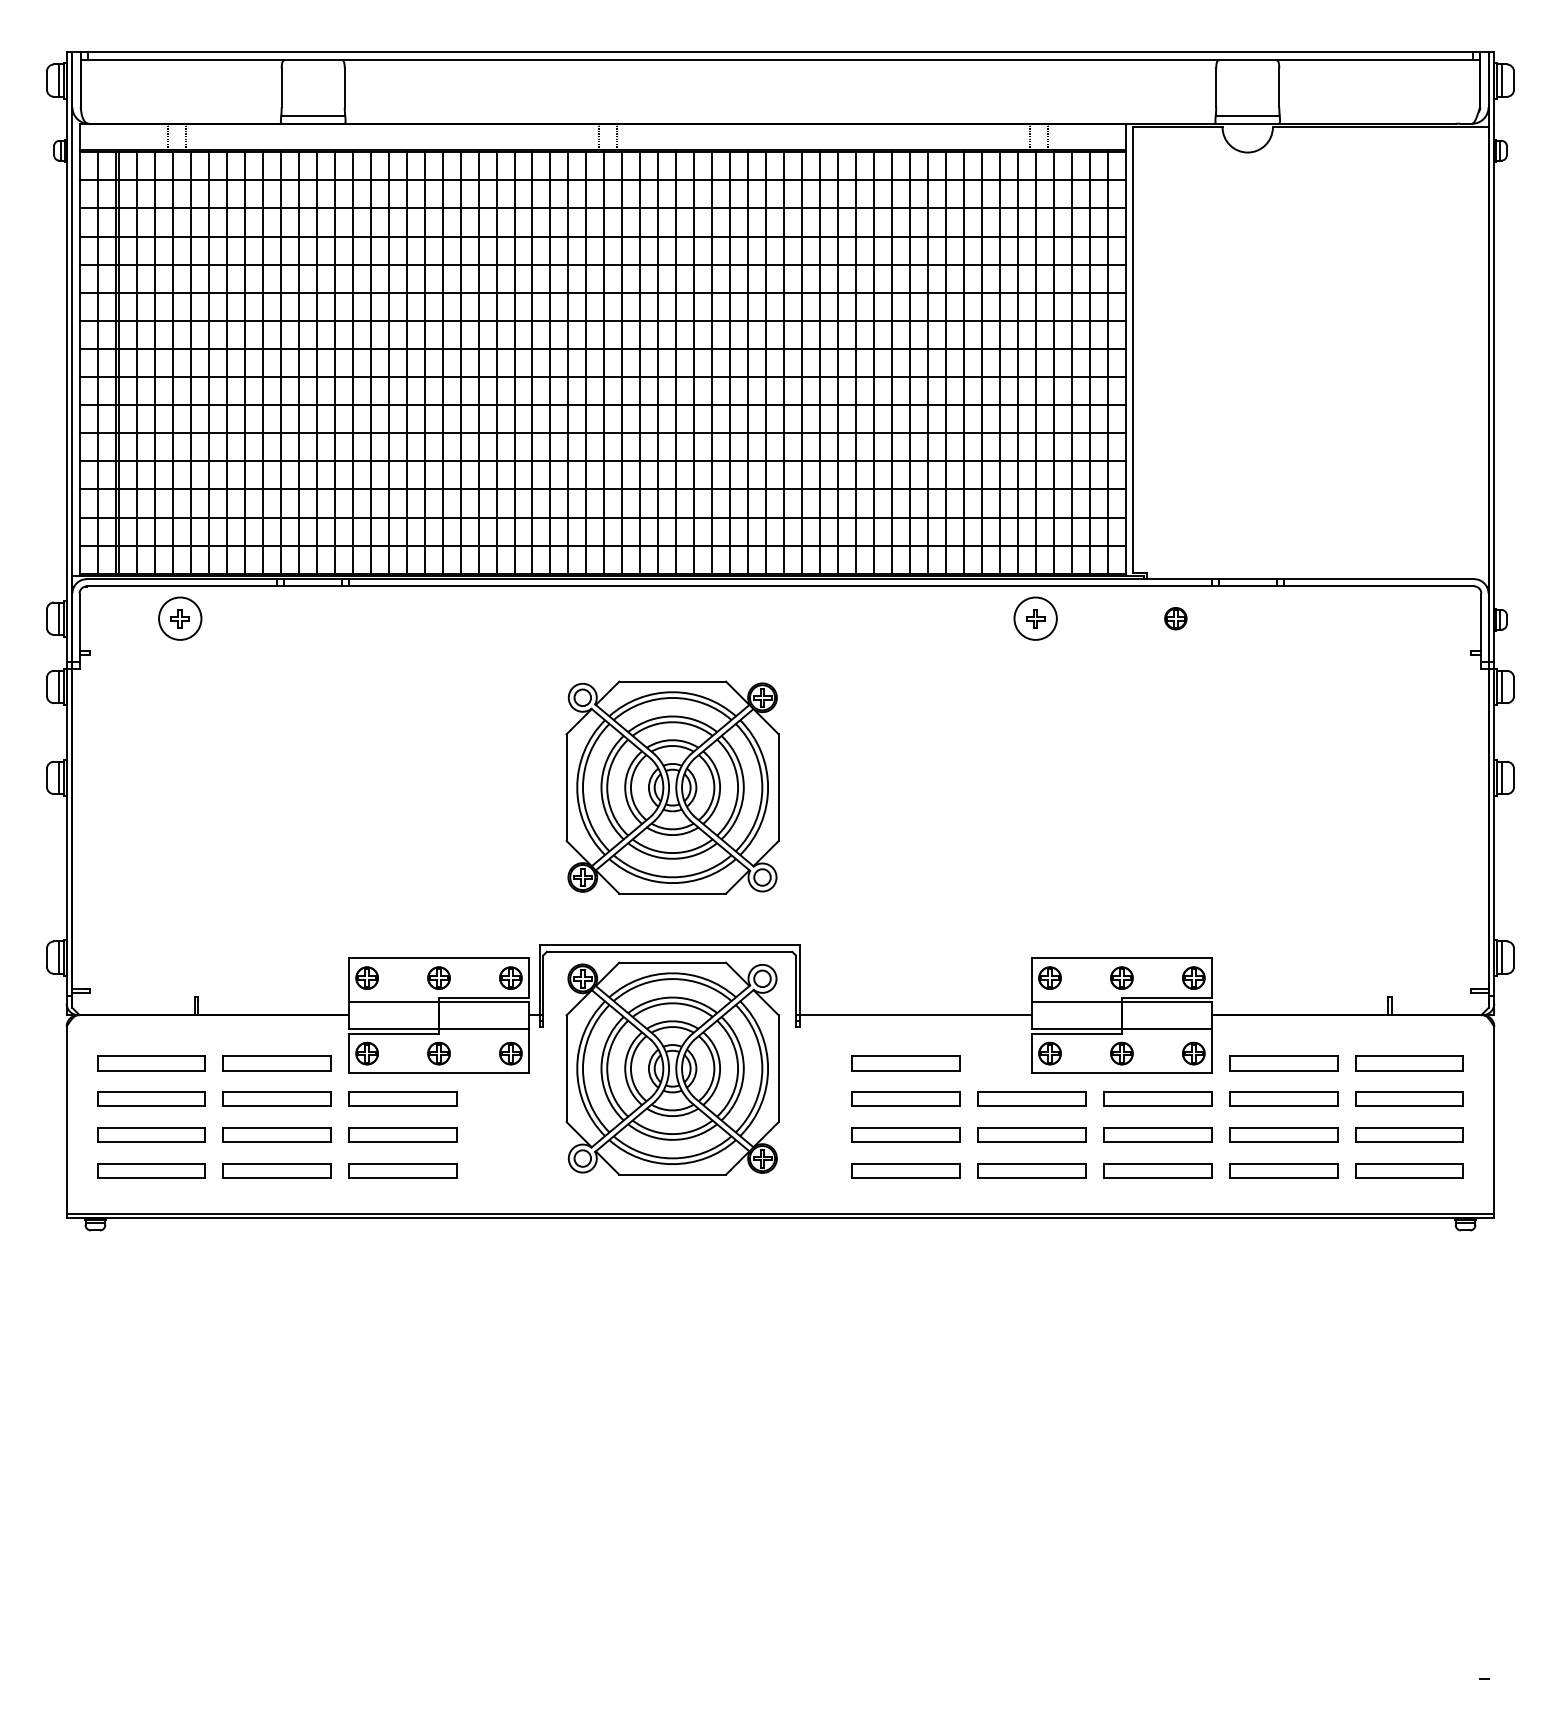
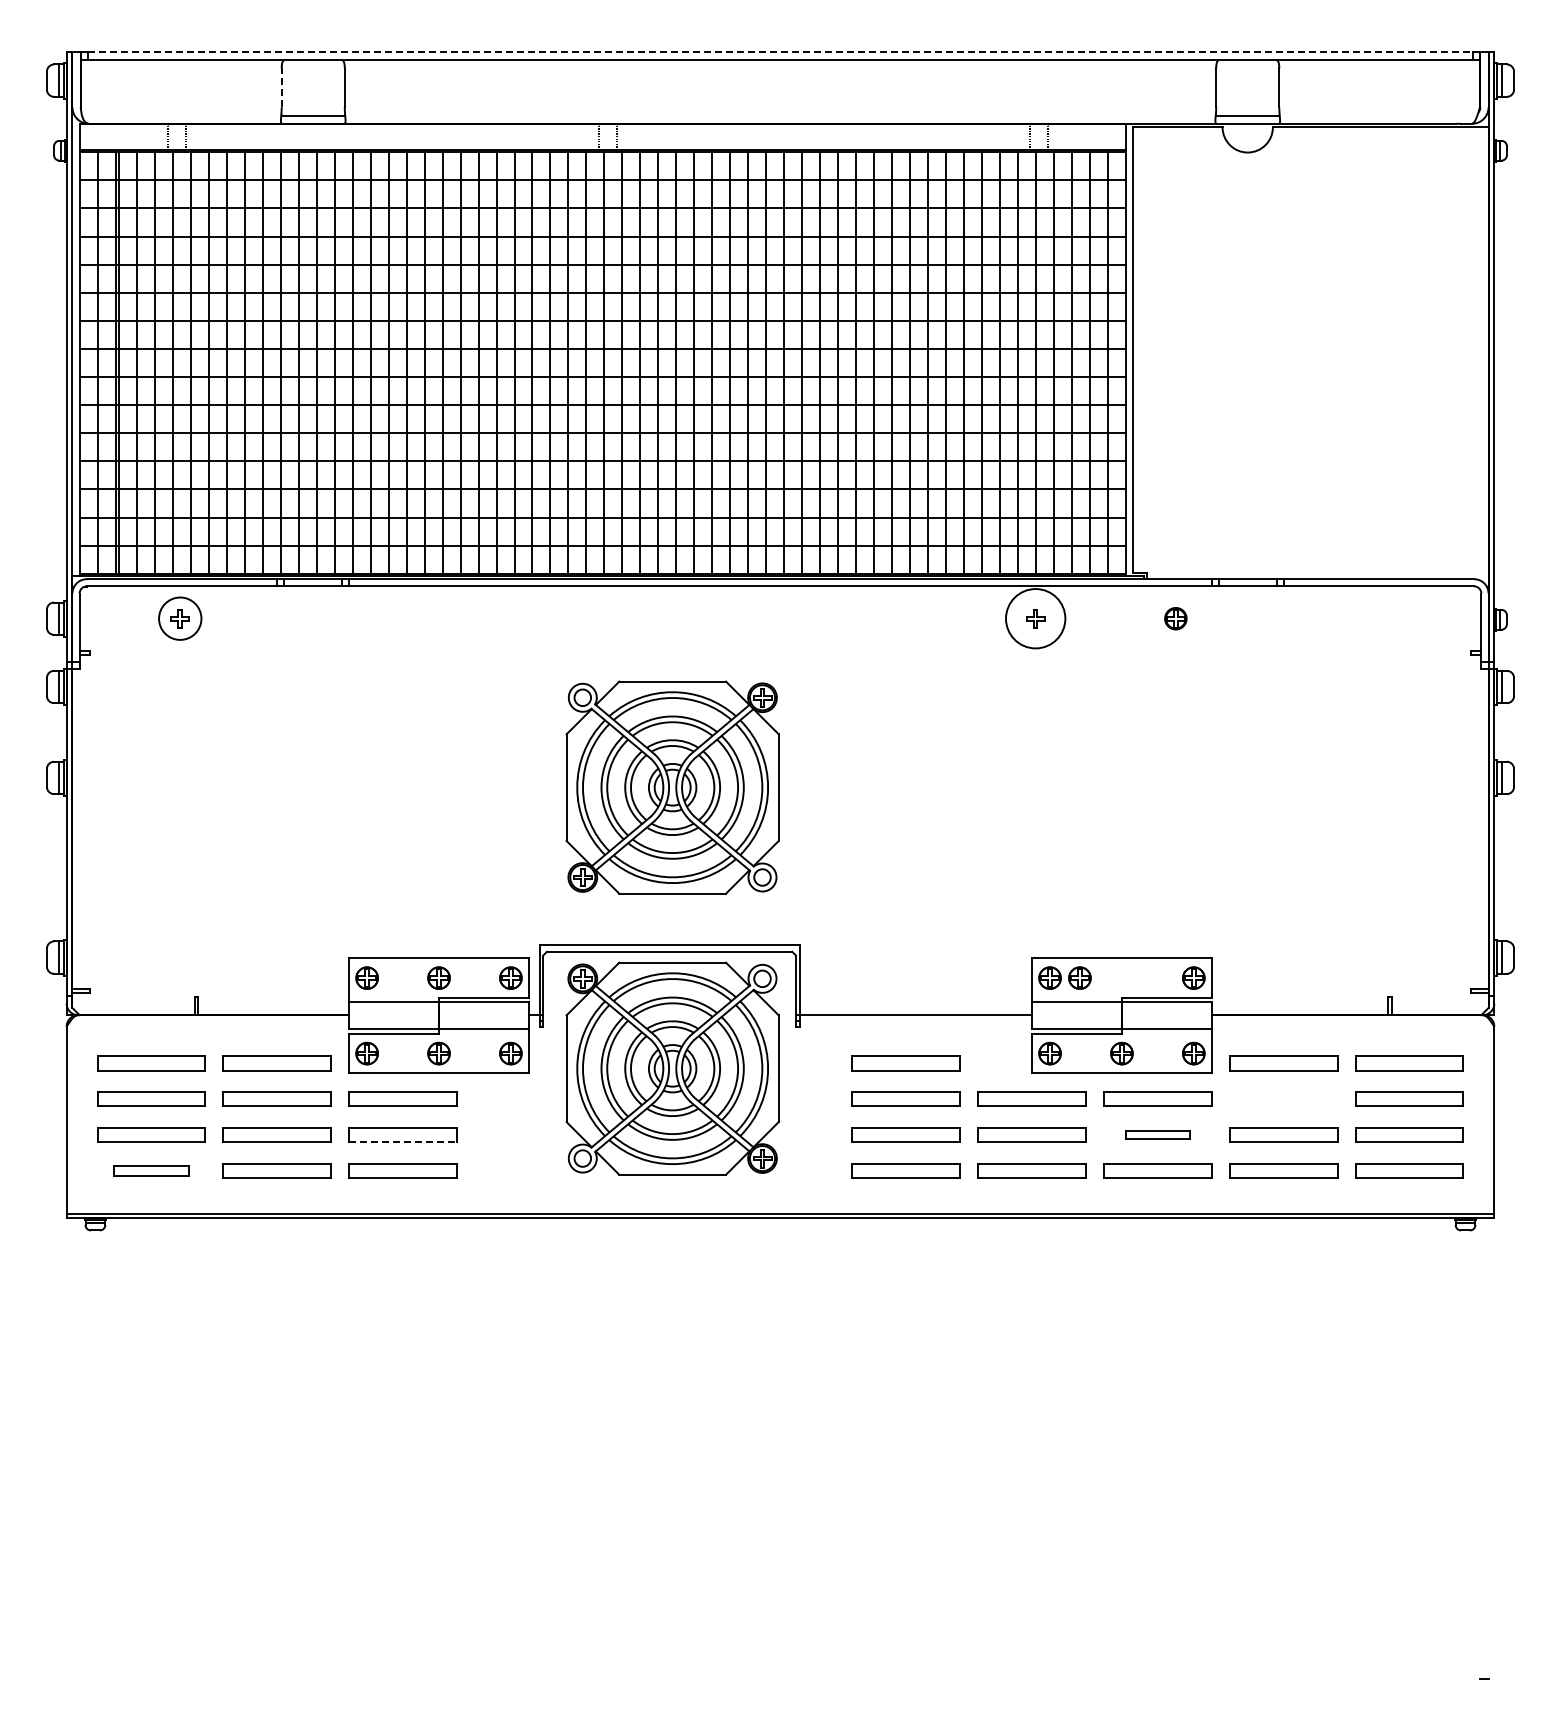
line at (780, 51): solid -> dashed
line at (281, 87): solid -> dashed
circle at (1035, 618) diameter: 42 px -> 59 px
part at (1121, 977) position: (1121, 977) -> (1079, 977)
part at (1283, 1098): present -> none
part at (1157, 1134) size: 110x16 px -> 66x10 px
line at (403, 1142): solid -> dashed
part at (151, 1170) size: 109x16 px -> 77x12 px
